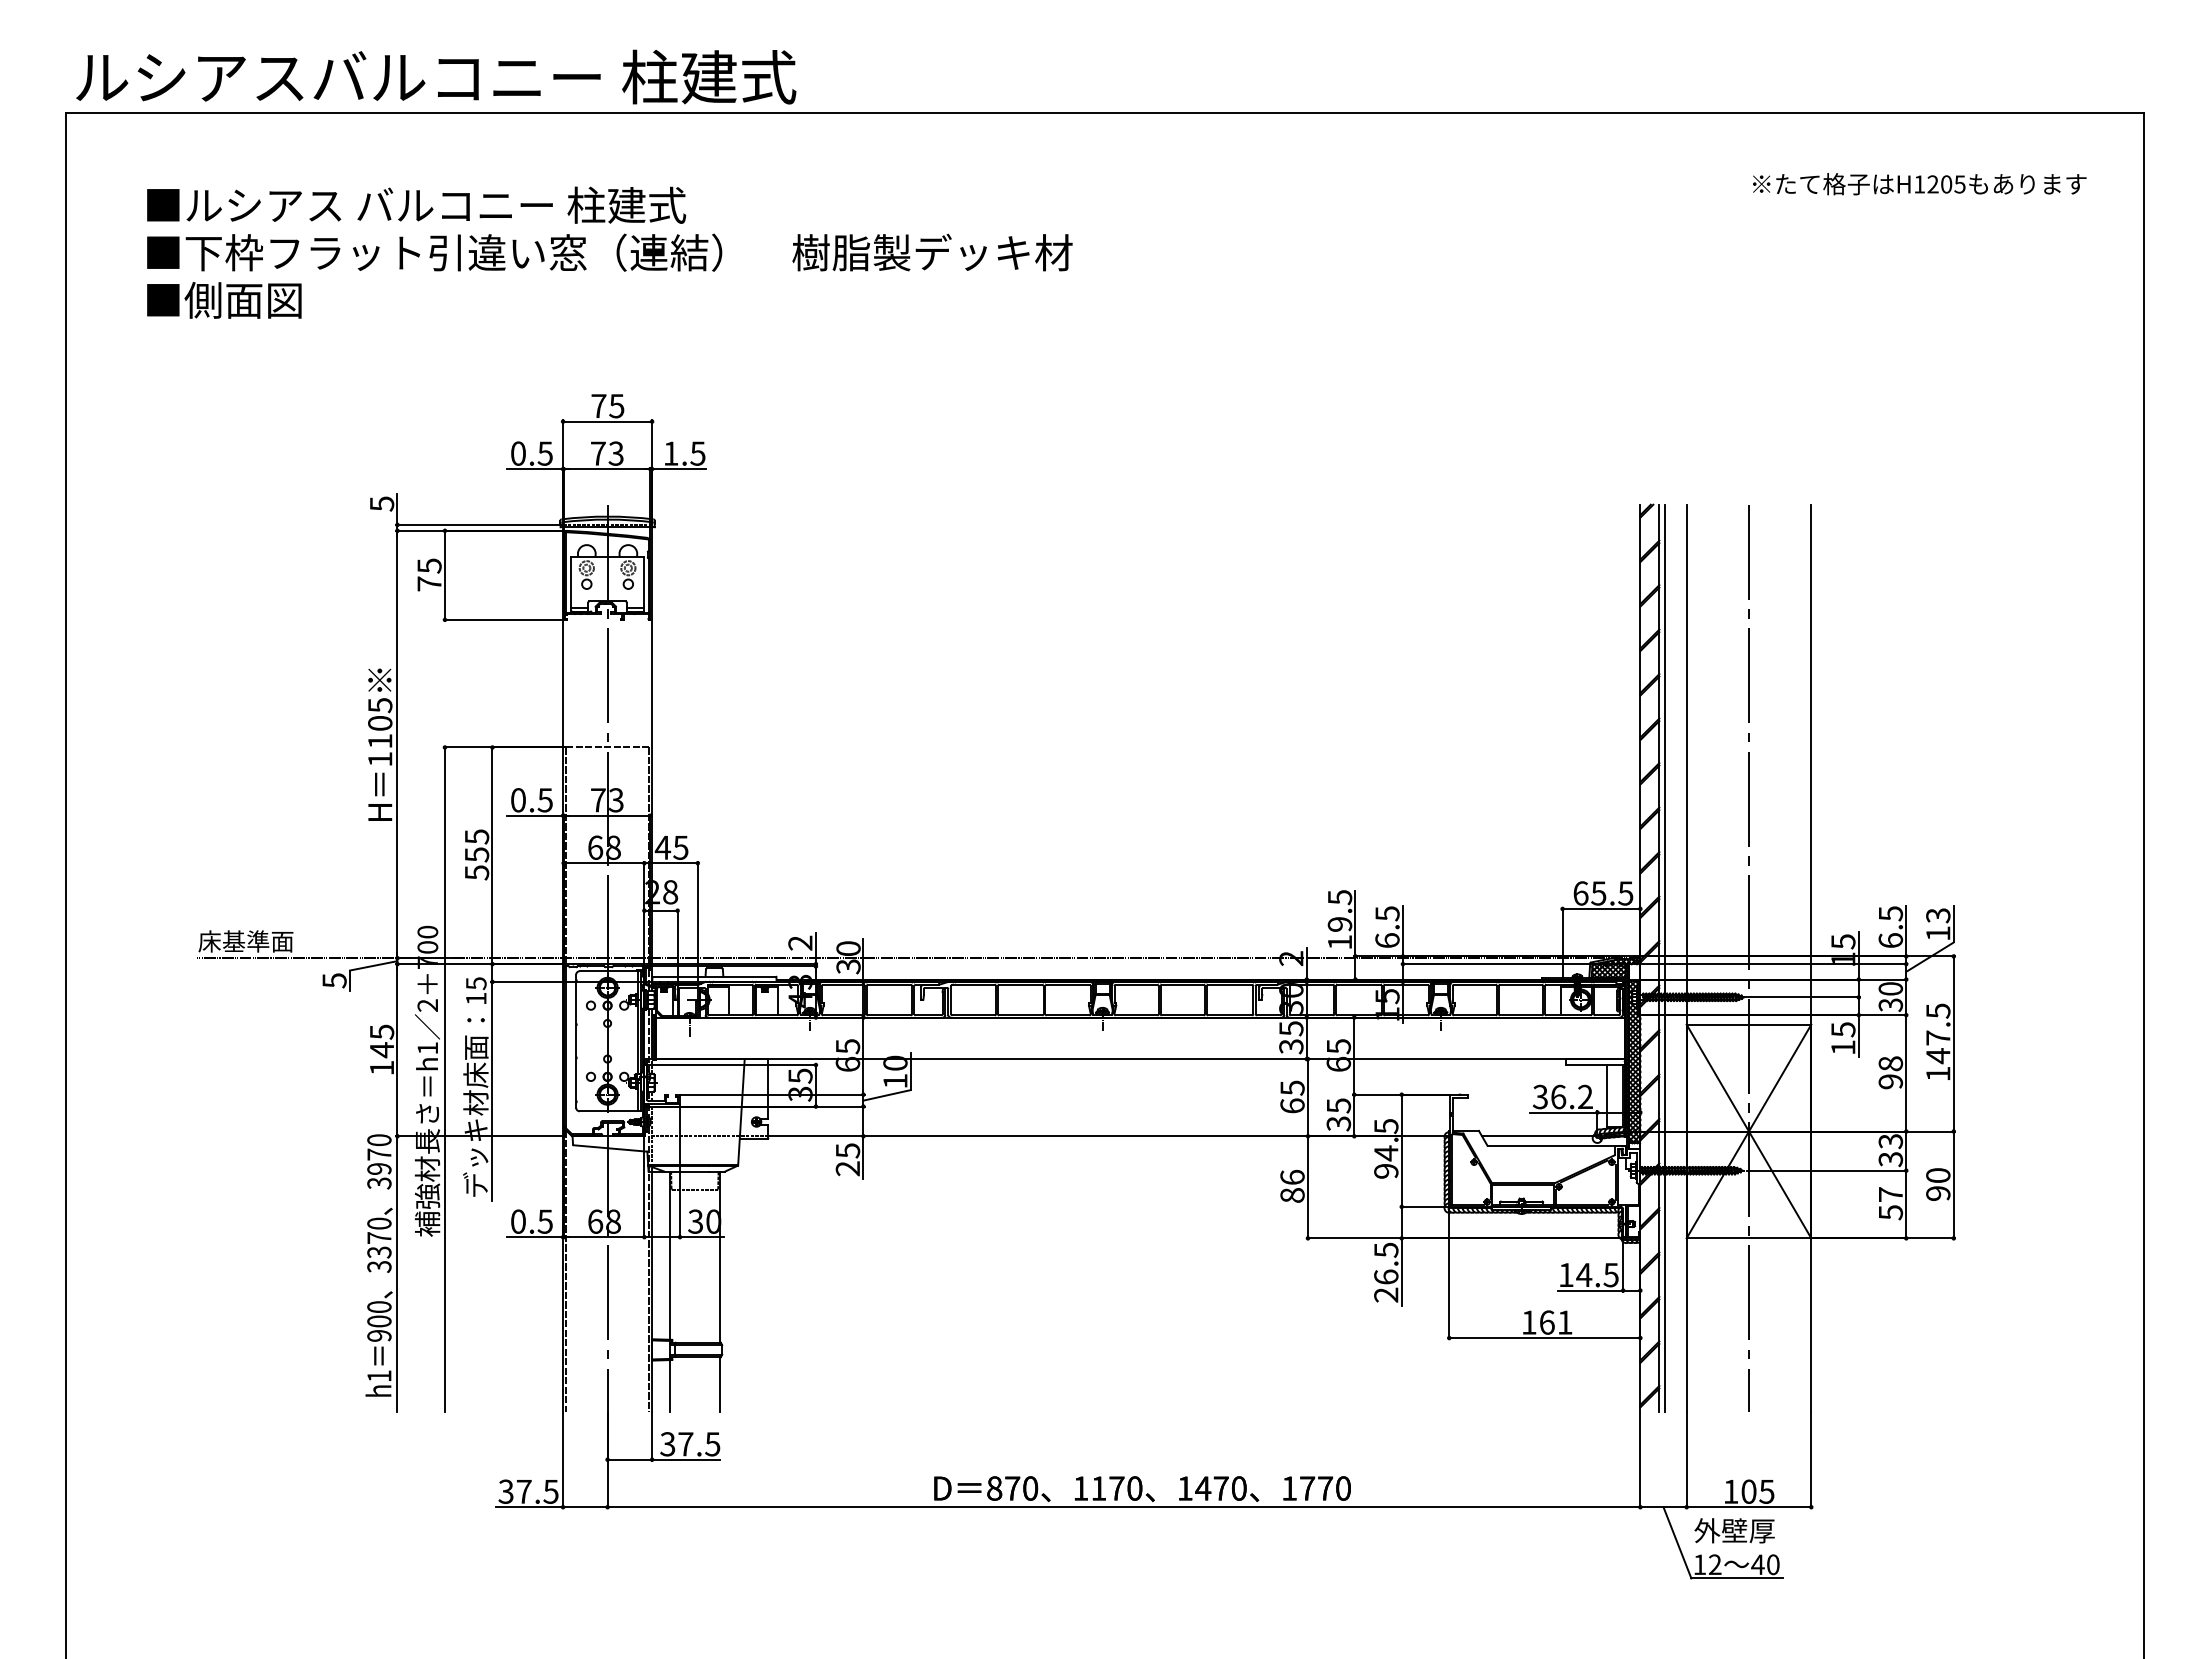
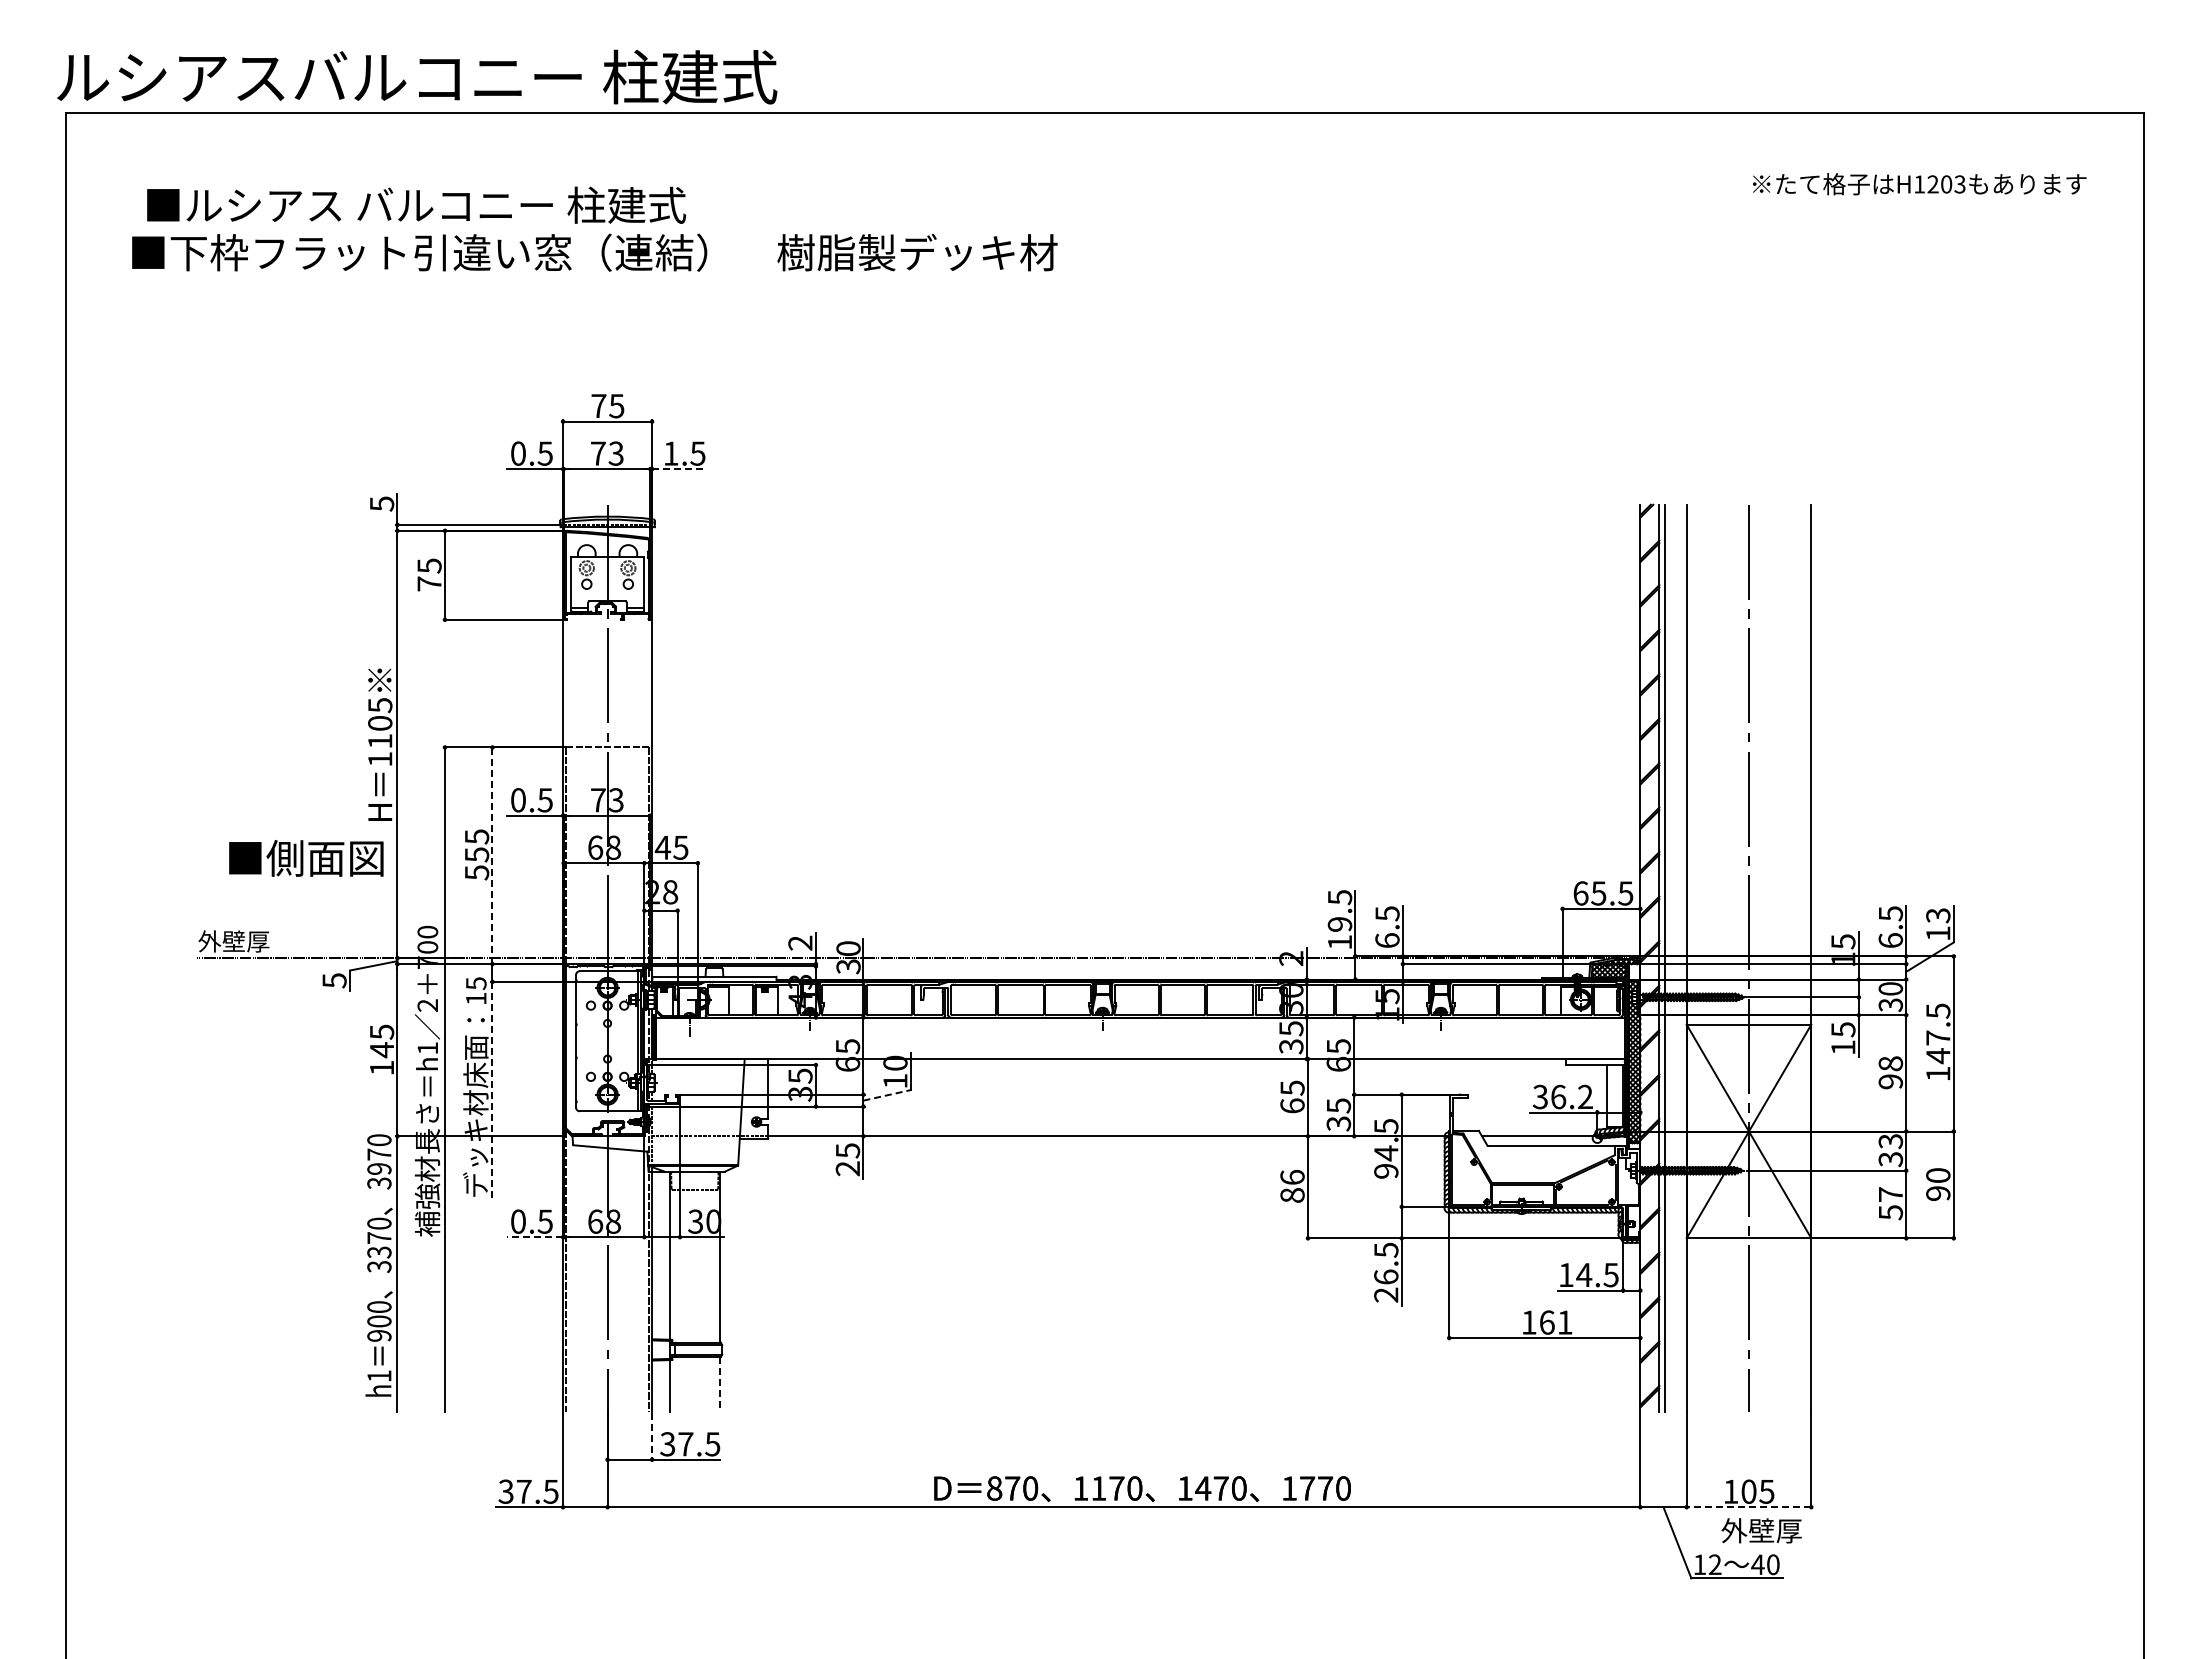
text at (436, 76) position: (436, 76) -> (417, 76)
text at (1960, 183): H1205 -> H1203
text at (609, 252) position: (609, 252) -> (594, 252)
text at (224, 300) position: (224, 300) -> (306, 858)
line at (678, 469): solid -> dashed
line at (492, 855): solid -> dashed
text at (245, 941): 床基準面 -> 外壁厚
line at (492, 1091): solid -> dashed
line at (887, 1095): solid -> dashed
line at (535, 1237): solid -> dashed
line at (719, 1384): solid -> dashed
line at (652, 1437): solid -> dashed
line at (1748, 1507): solid -> dashed
text at (1734, 1530) position: (1734, 1530) -> (1761, 1530)
